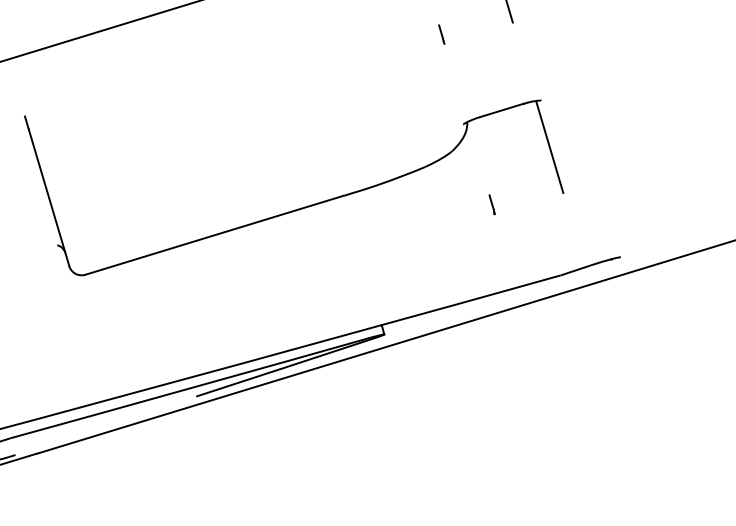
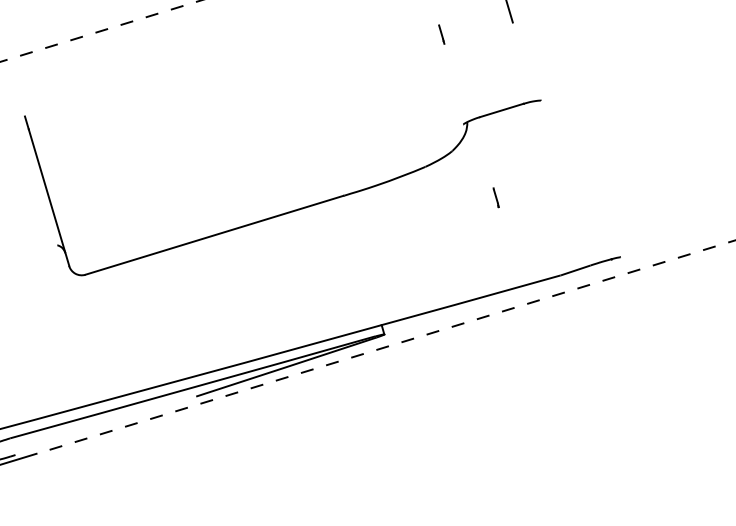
line at (100, 31): solid -> dashed
line at (549, 146): present -> none
line at (491, 204) position: (491, 204) -> (495, 197)
line at (386, 346): solid -> dashed
